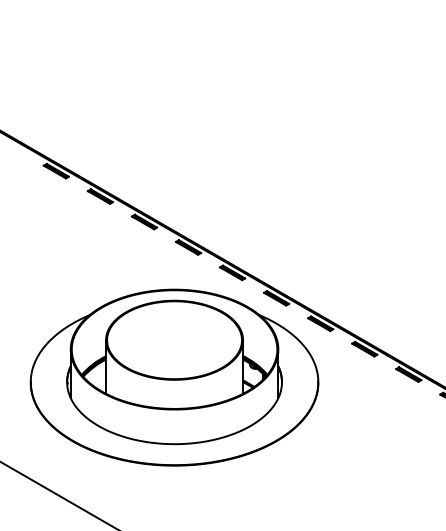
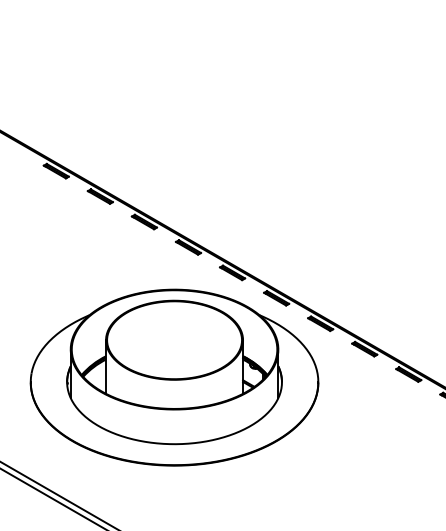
line at (52, 498): none -> present
